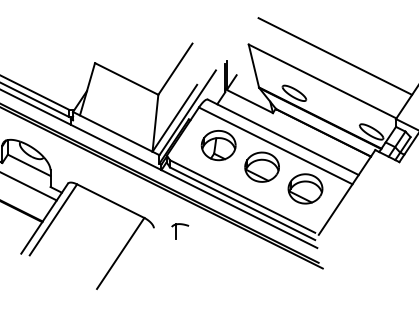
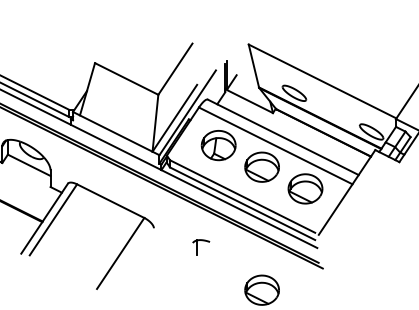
line at (335, 56): present -> none
line at (29, 186): present -> none
part at (180, 231) position: (180, 231) -> (201, 247)
part at (261, 289): none -> present
